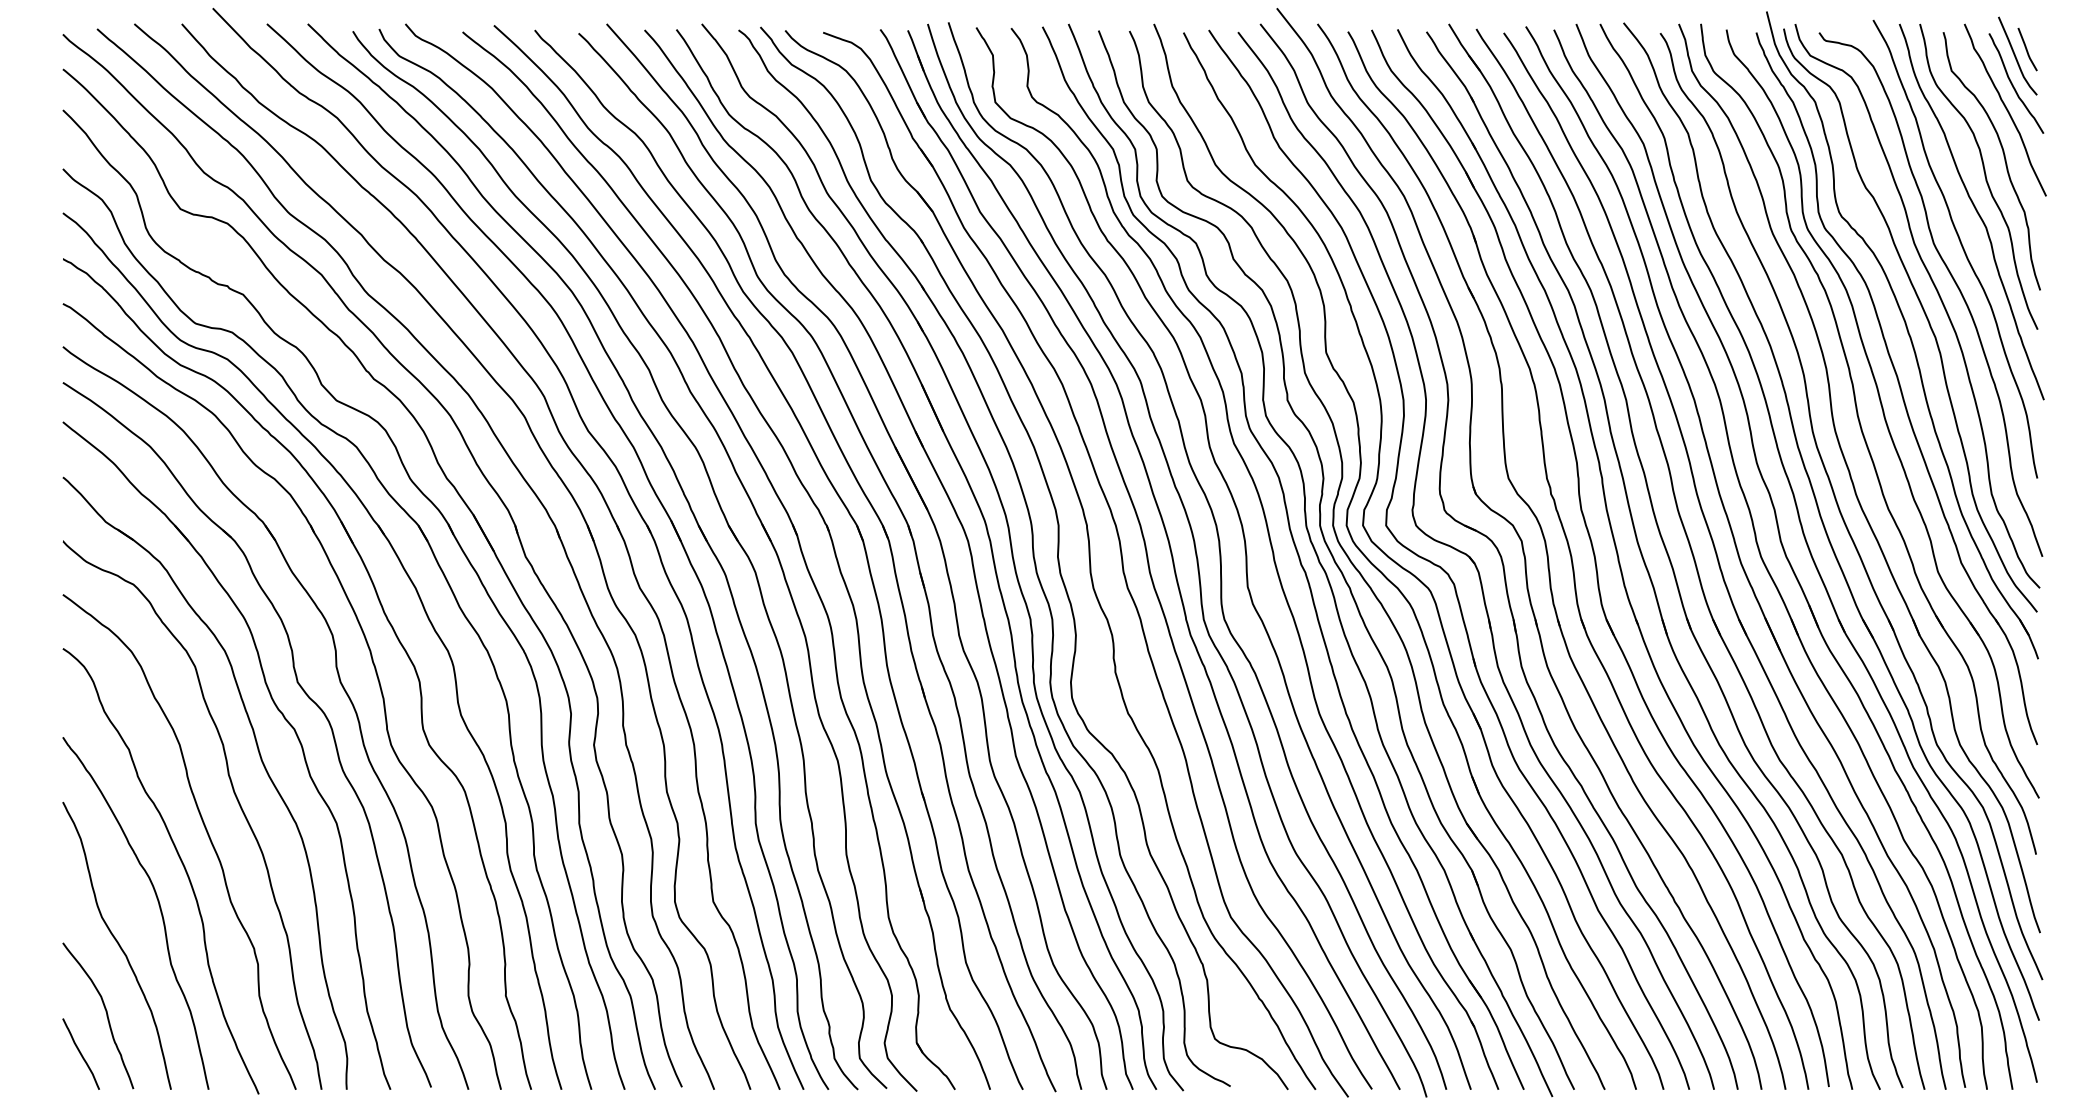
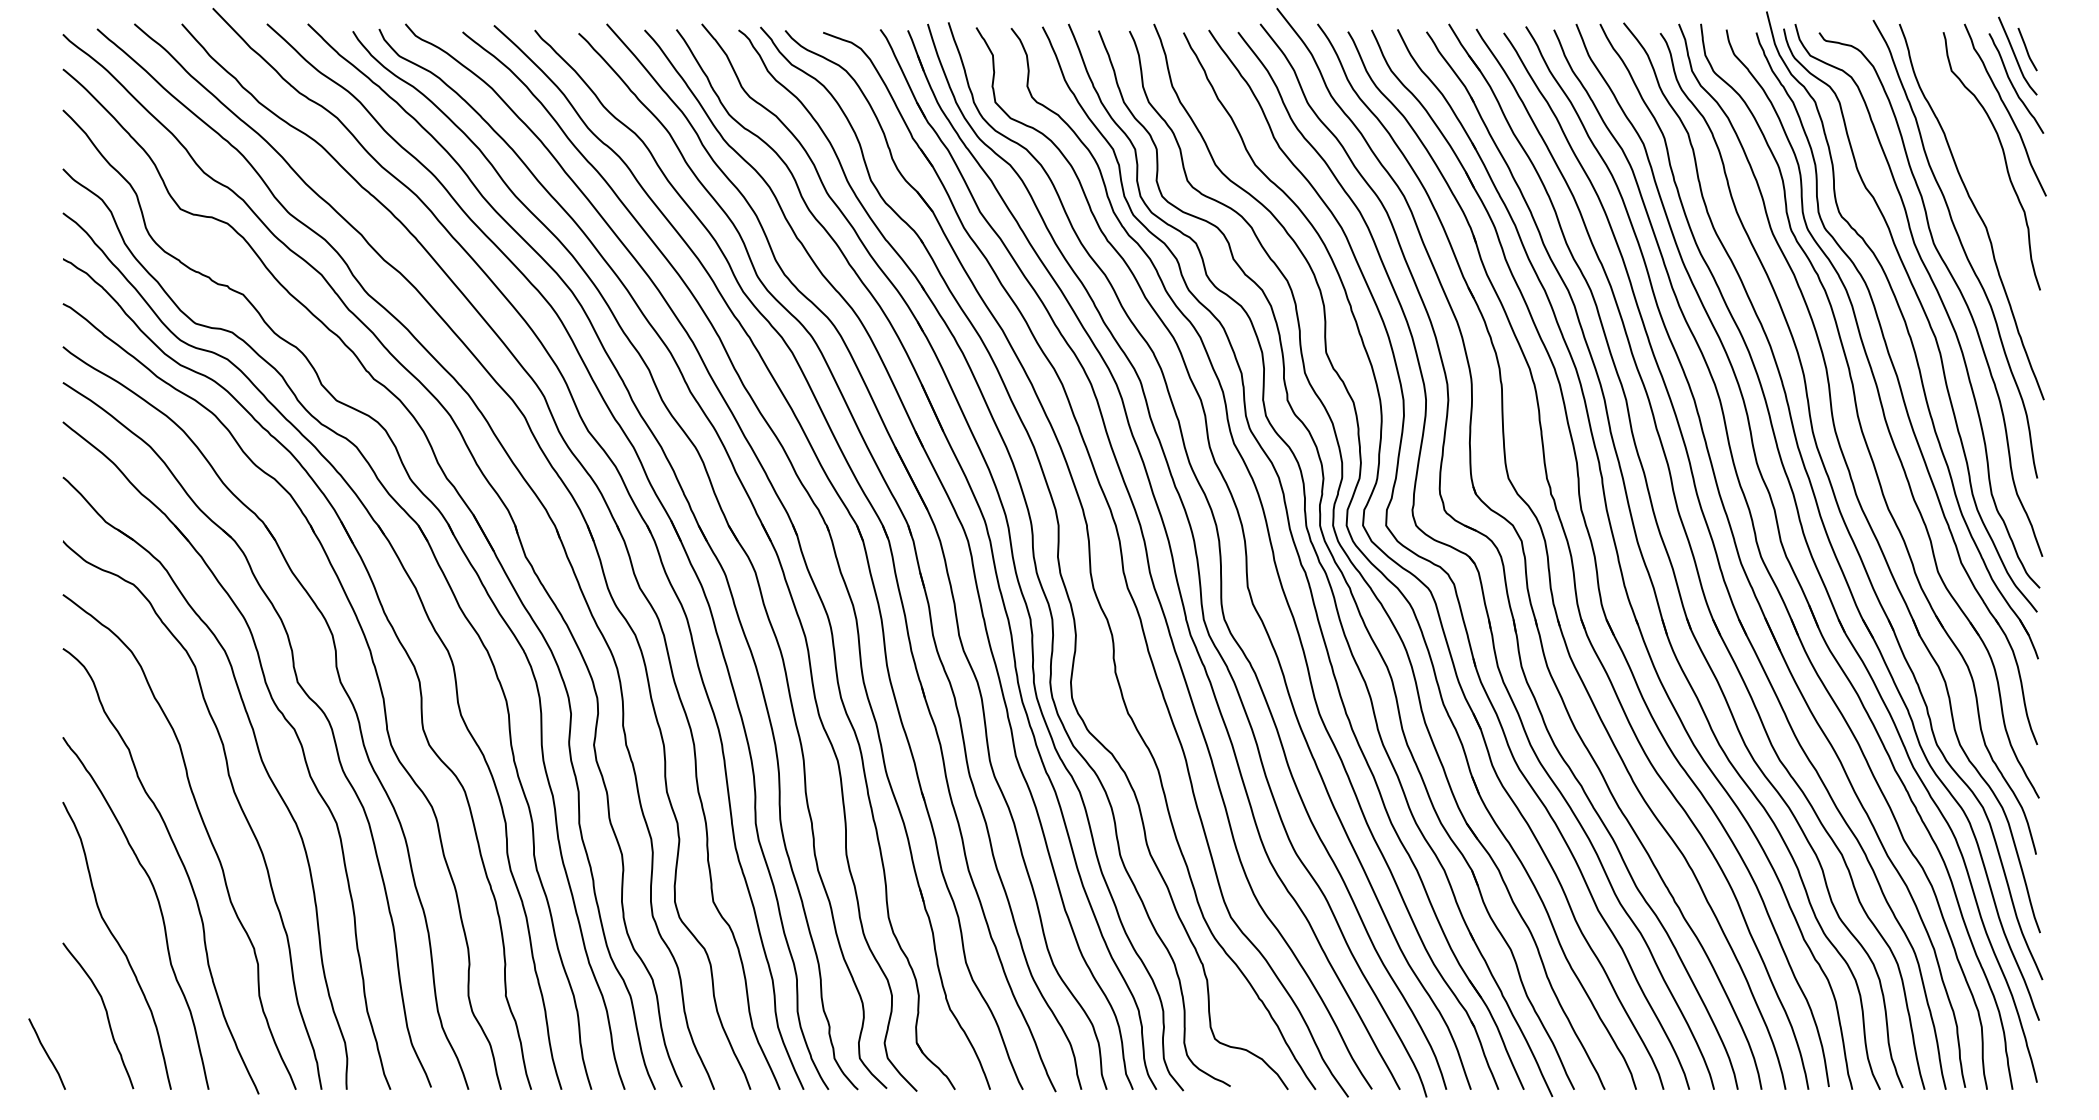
curve at (1984, 176): present -> none
curve at (80, 1053) position: (80, 1053) -> (46, 1053)
